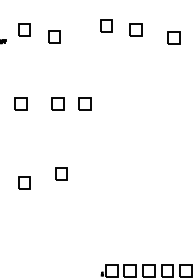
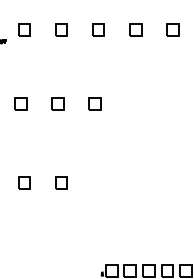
part at (106, 25) position: (106, 25) -> (98, 29)
part at (54, 36) position: (54, 36) -> (61, 29)
part at (173, 37) position: (173, 37) -> (172, 29)
part at (84, 103) position: (84, 103) -> (94, 103)
part at (61, 173) position: (61, 173) -> (61, 182)
